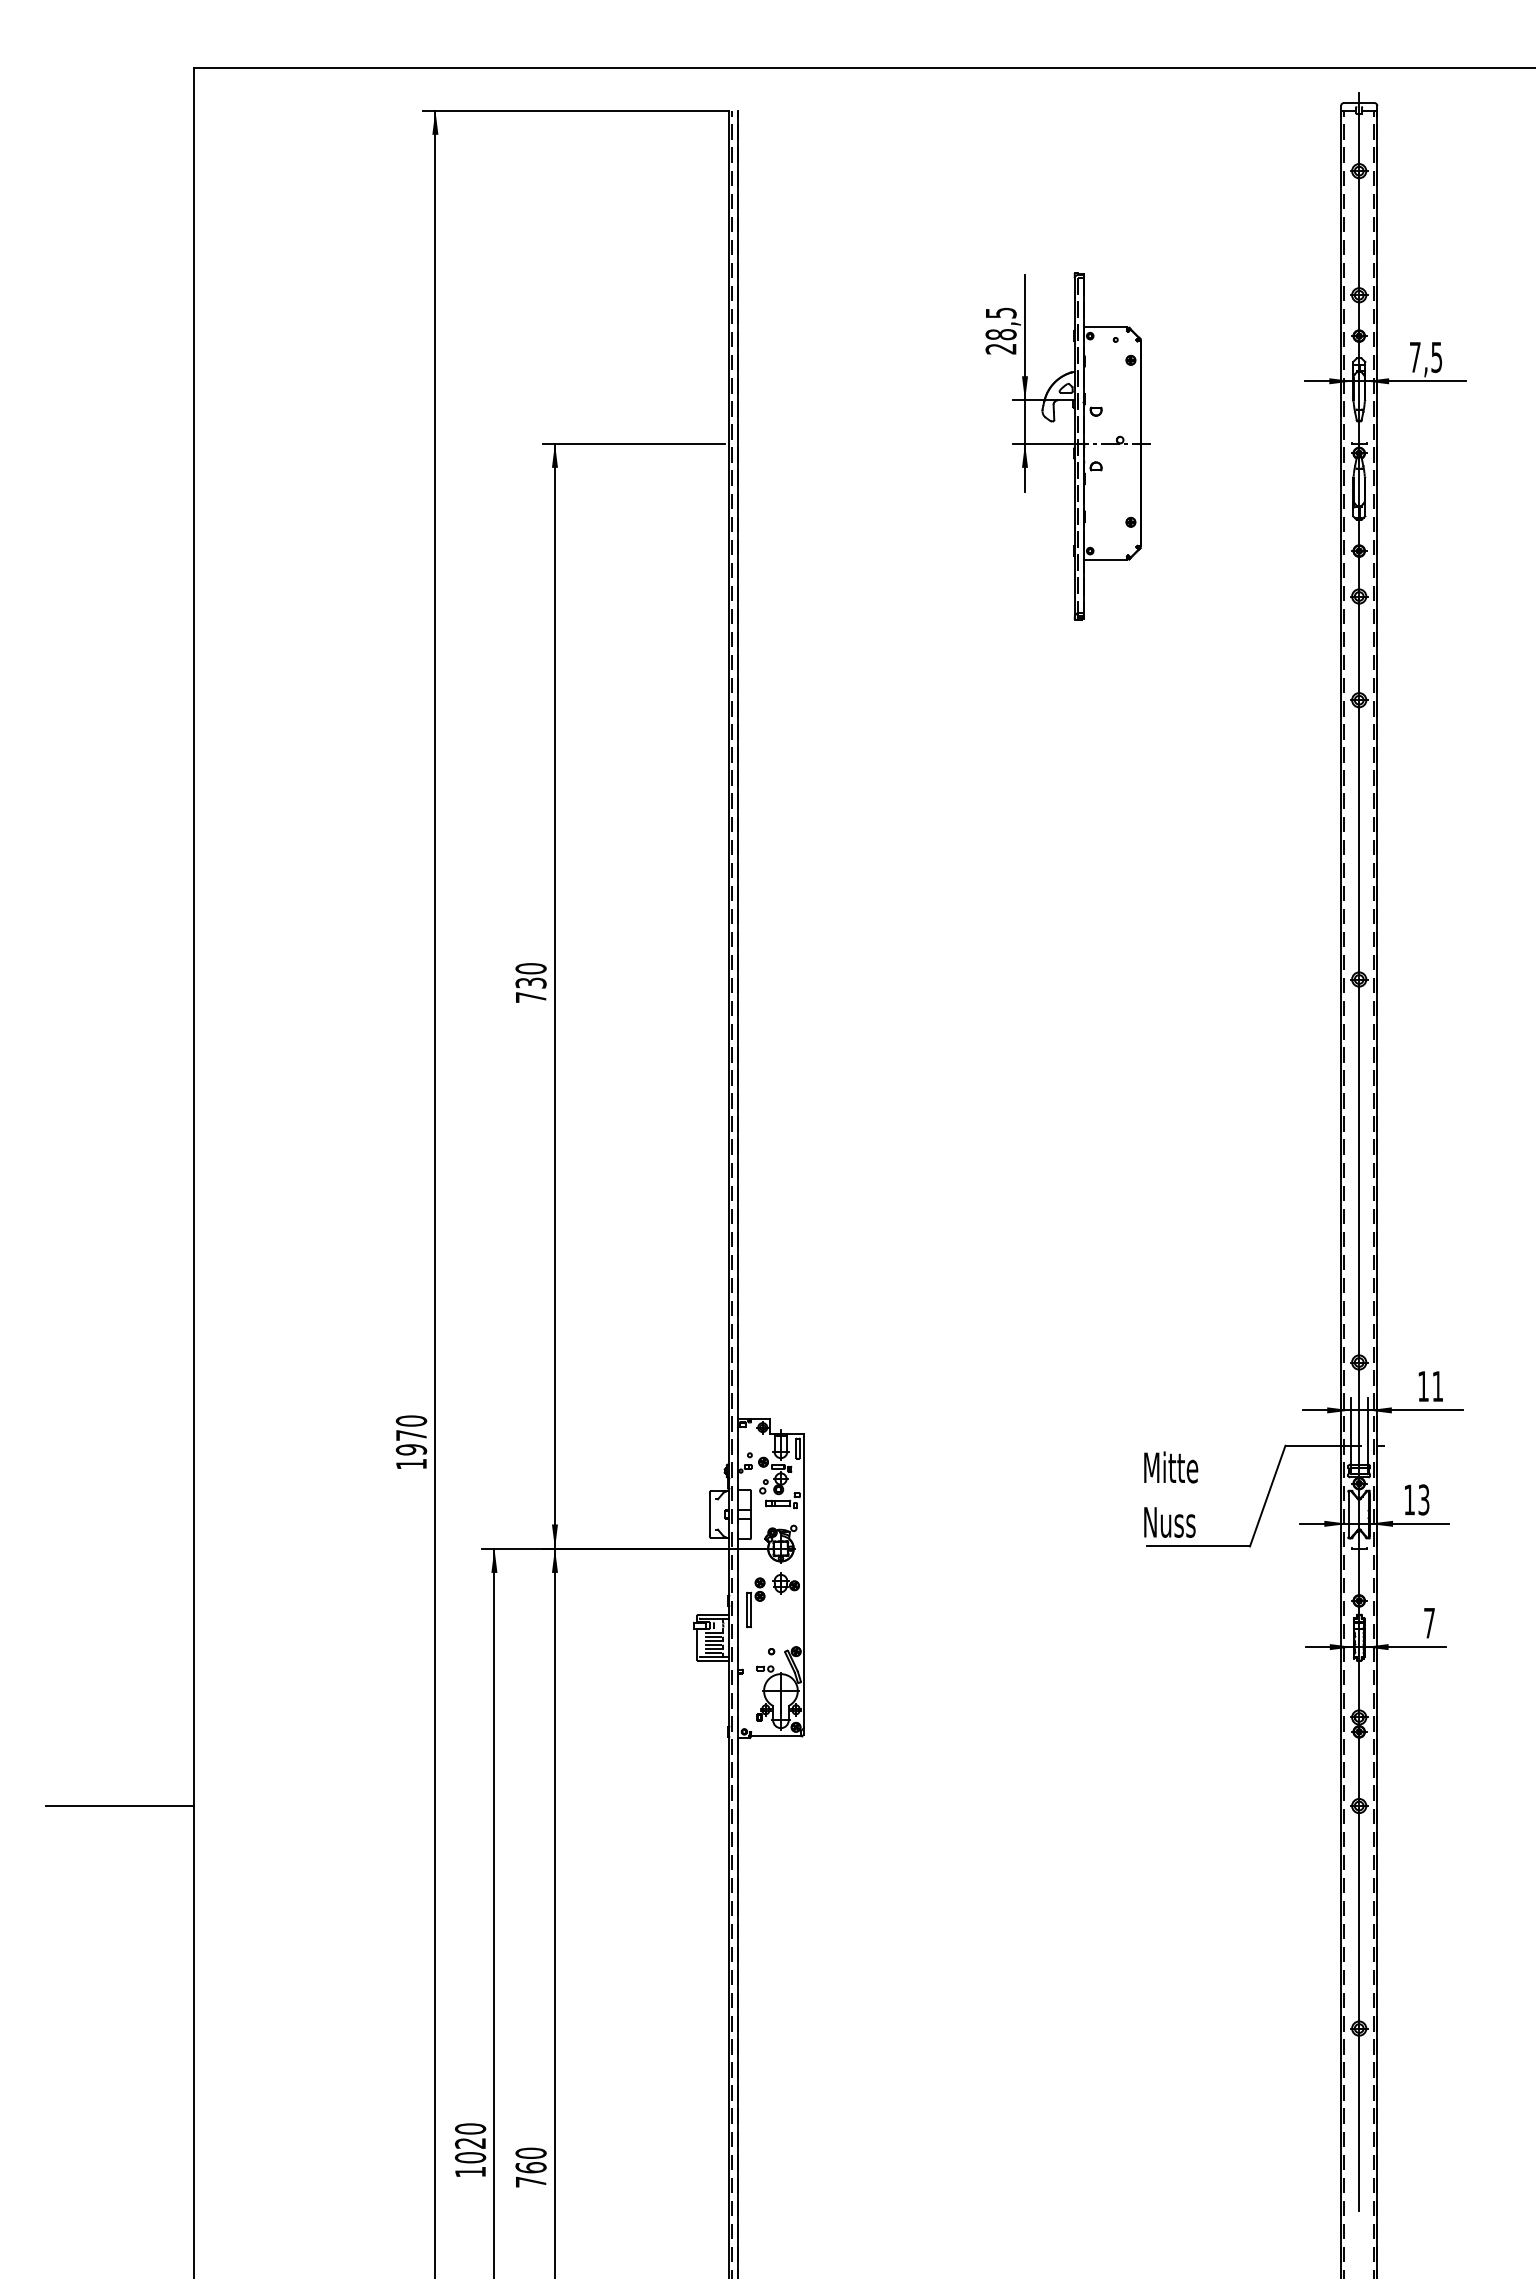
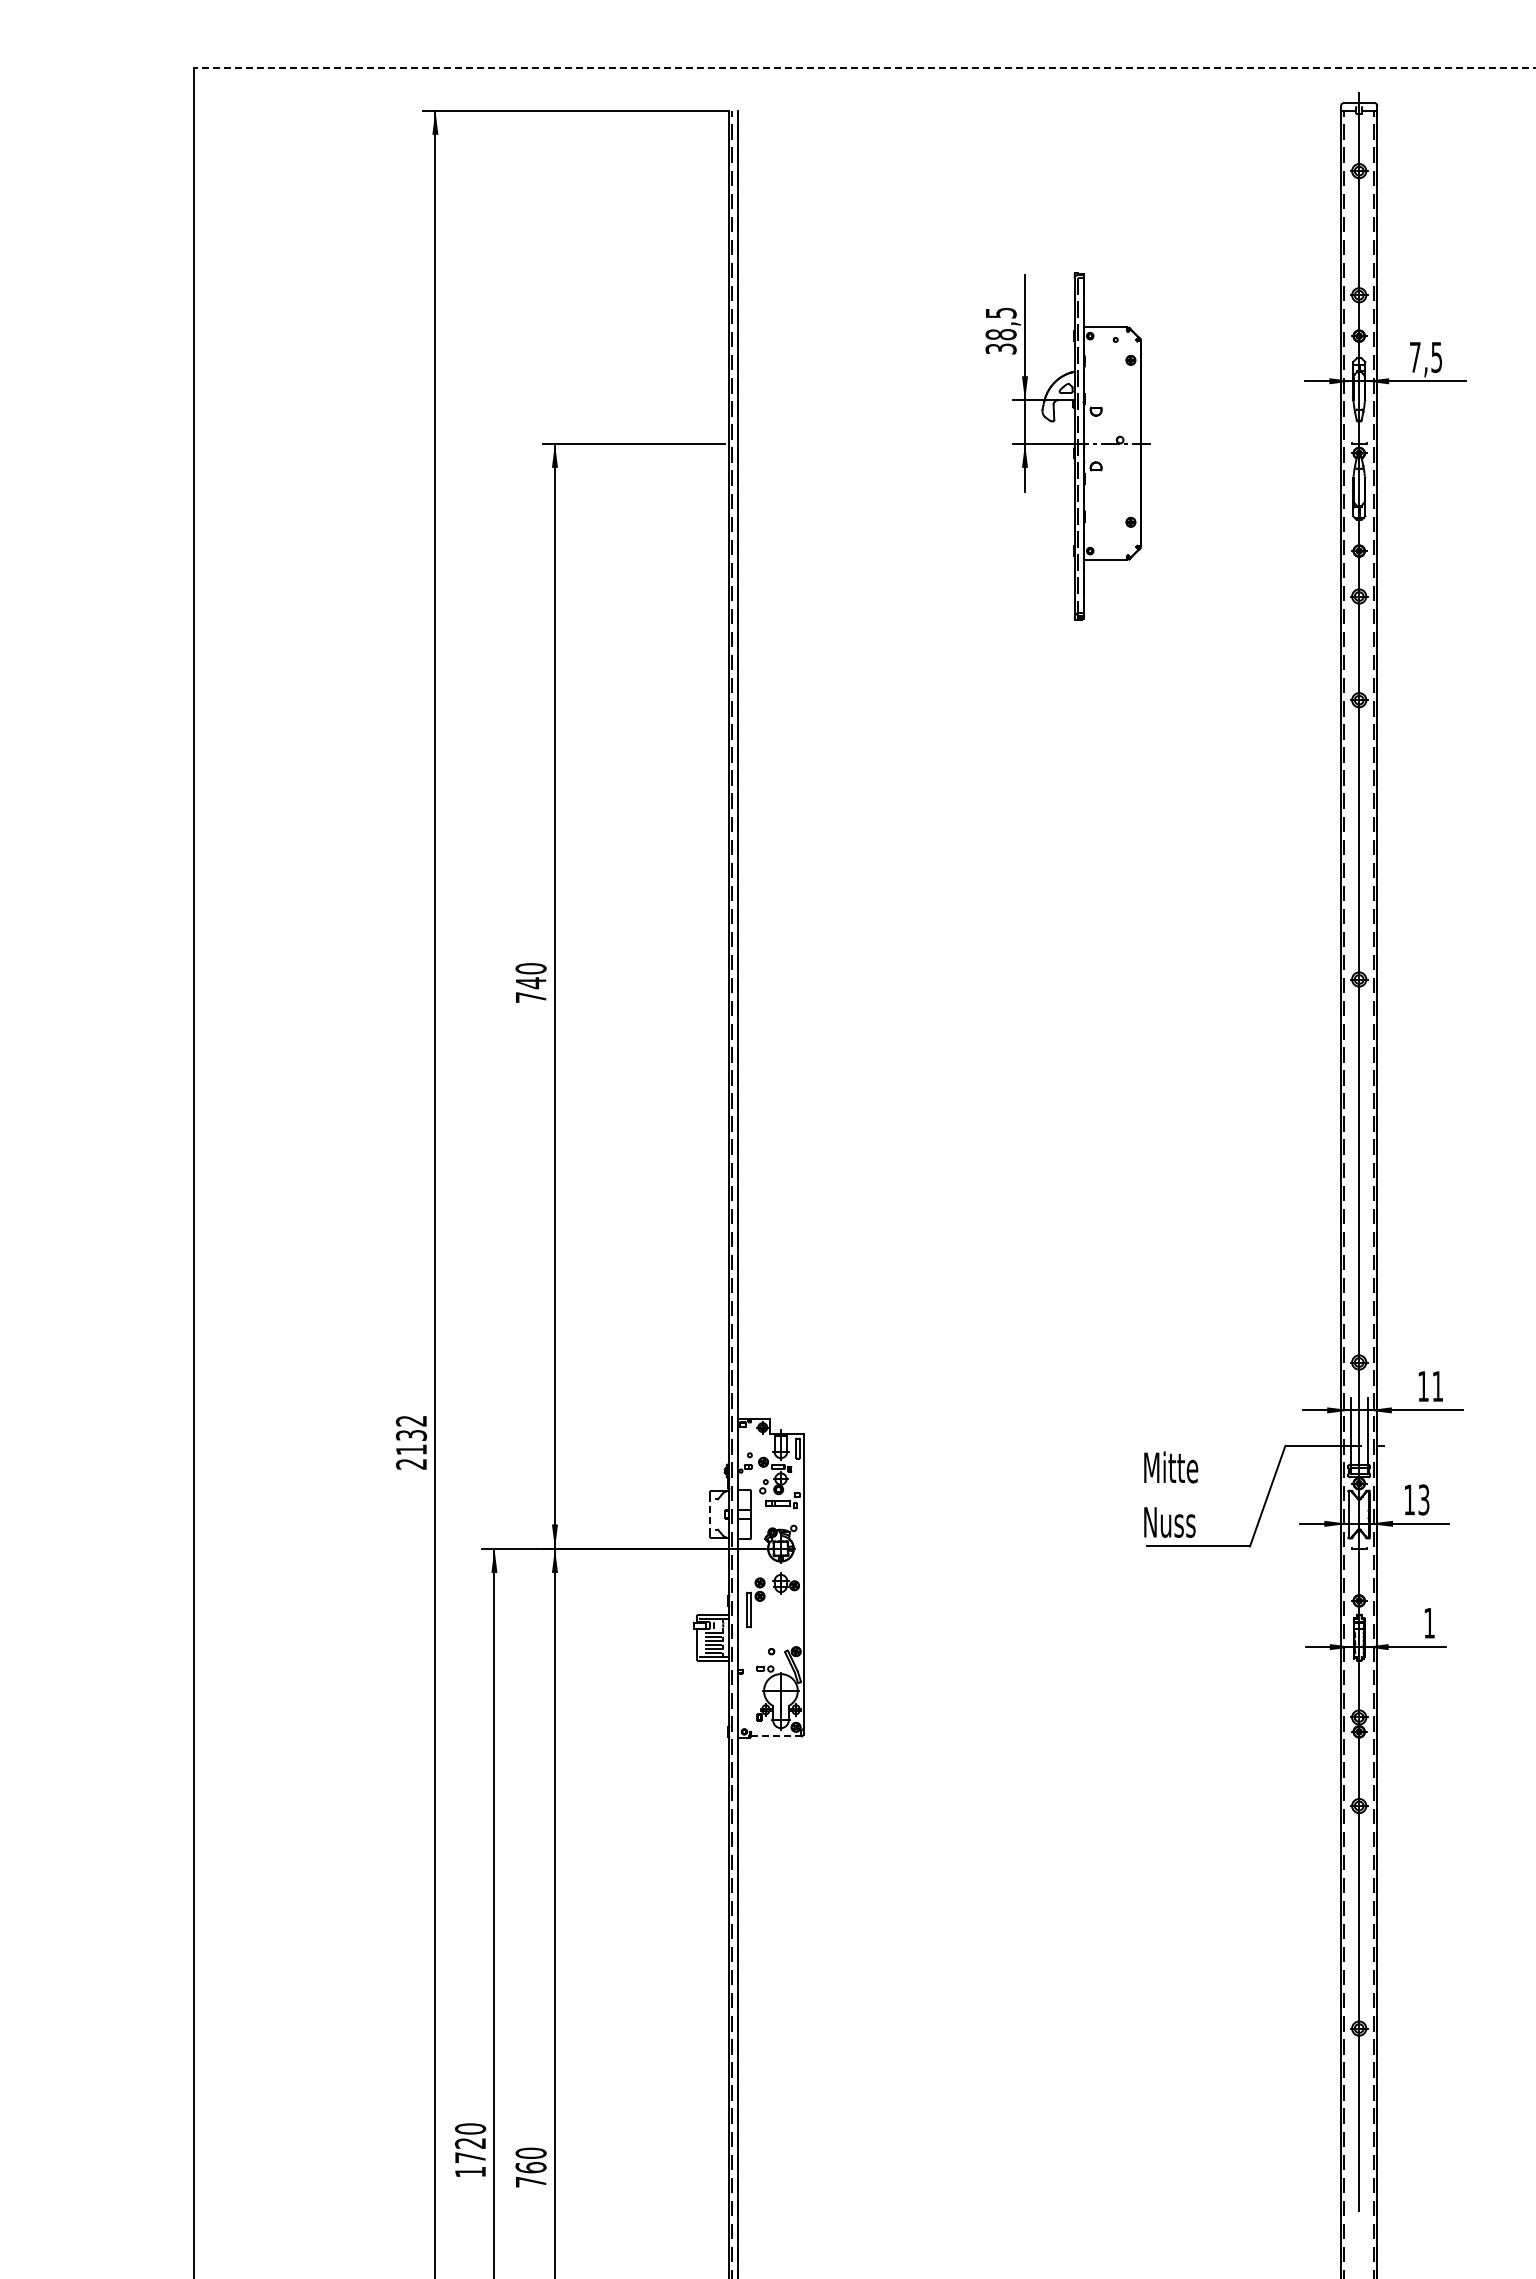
line at (864, 68): solid -> dashed
text at (1001, 348): 28,5 -> 38,5
text at (530, 983): 730 -> 740
text at (411, 1442): 1970 -> 2132
line at (709, 1514): solid -> dashed
text at (1429, 1623): 7 -> 1
line at (776, 1736): solid -> dashed
line at (119, 1806): present -> none
text at (470, 2157): 1020 -> 1720
